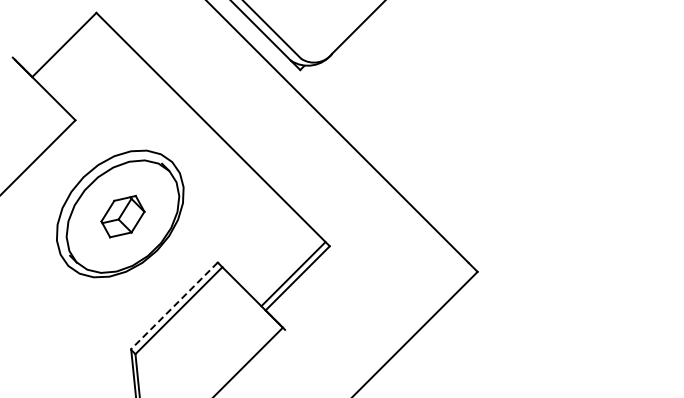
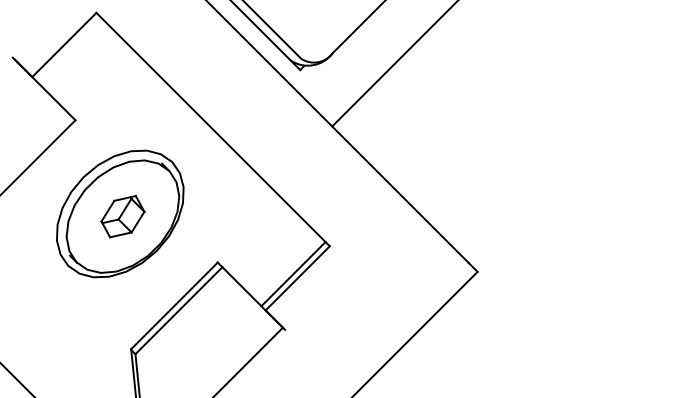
line at (394, 64): none -> present
line at (174, 306): dashed -> solid
line at (16, 379): none -> present
